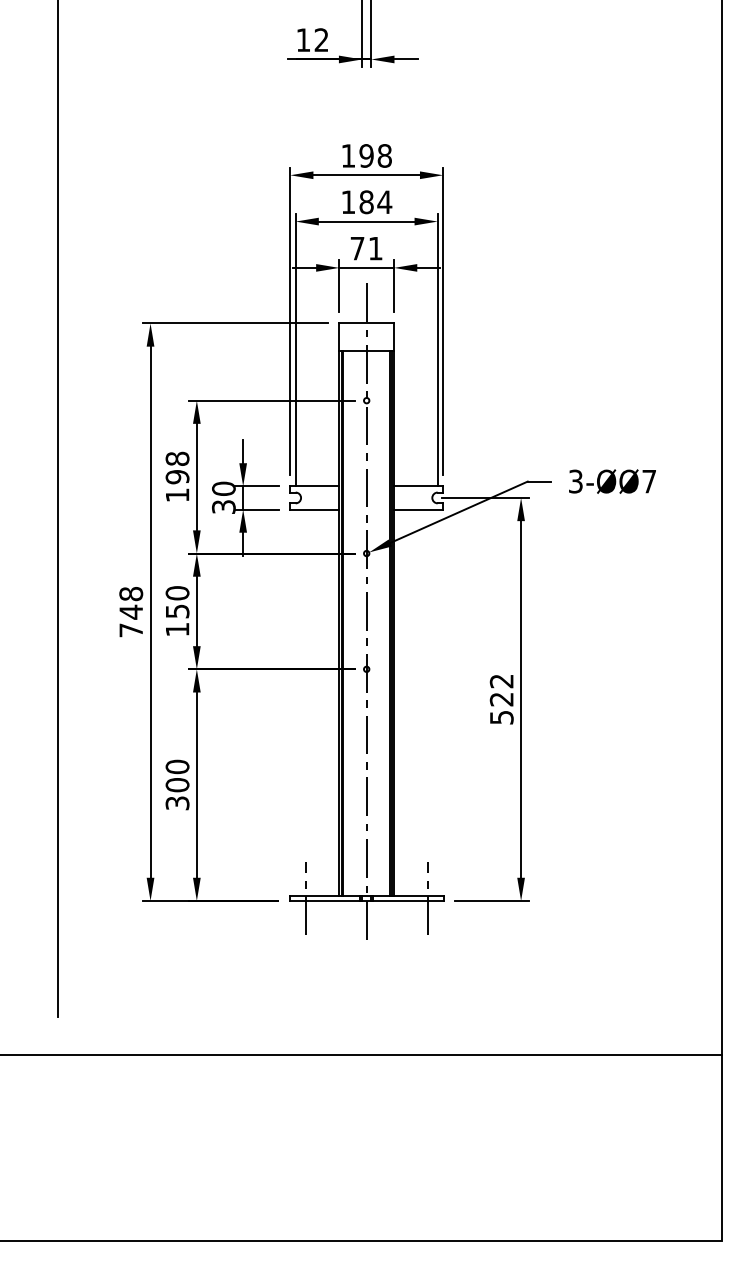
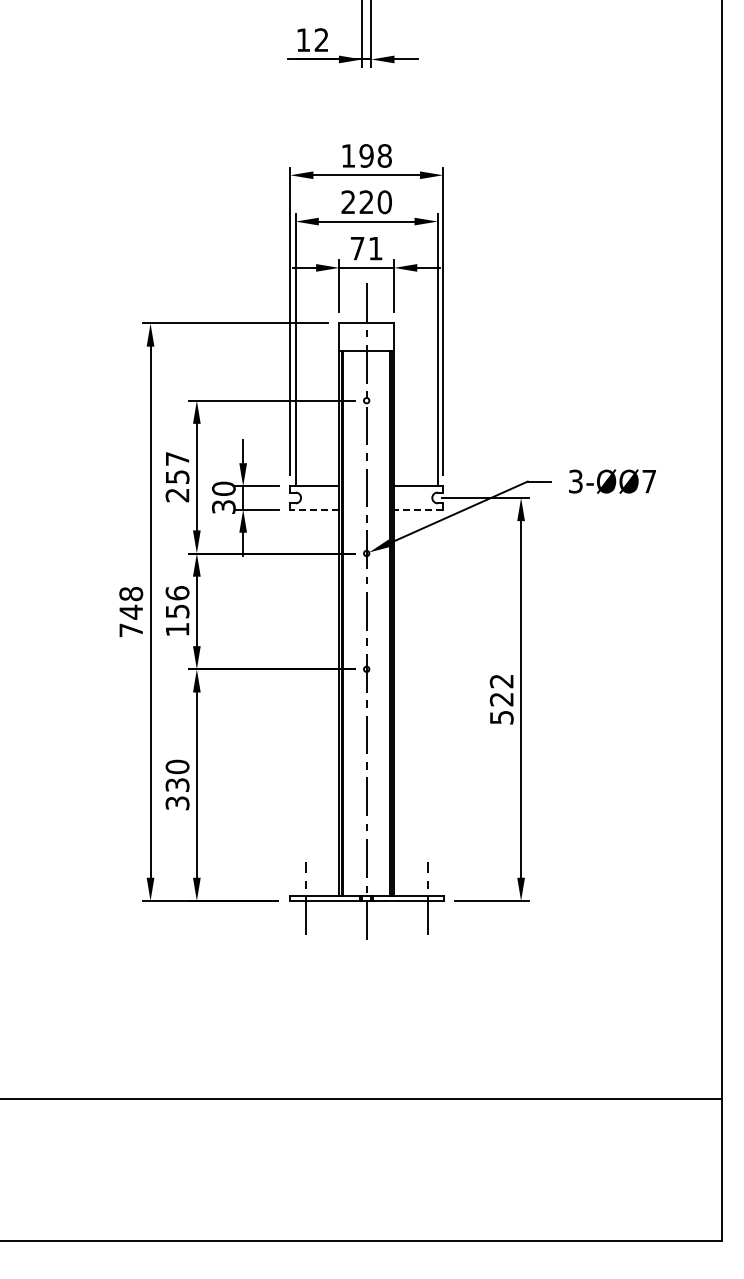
text at (366, 202): 184 -> 220
text at (177, 476): 198 -> 257
line at (57, 509): present -> none
line at (314, 509): solid -> dashed
line at (418, 509): solid -> dashed
text at (177, 593): 150 -> 156
text at (177, 785): 300 -> 330
line at (361, 1055) position: (361, 1055) -> (361, 1099)
